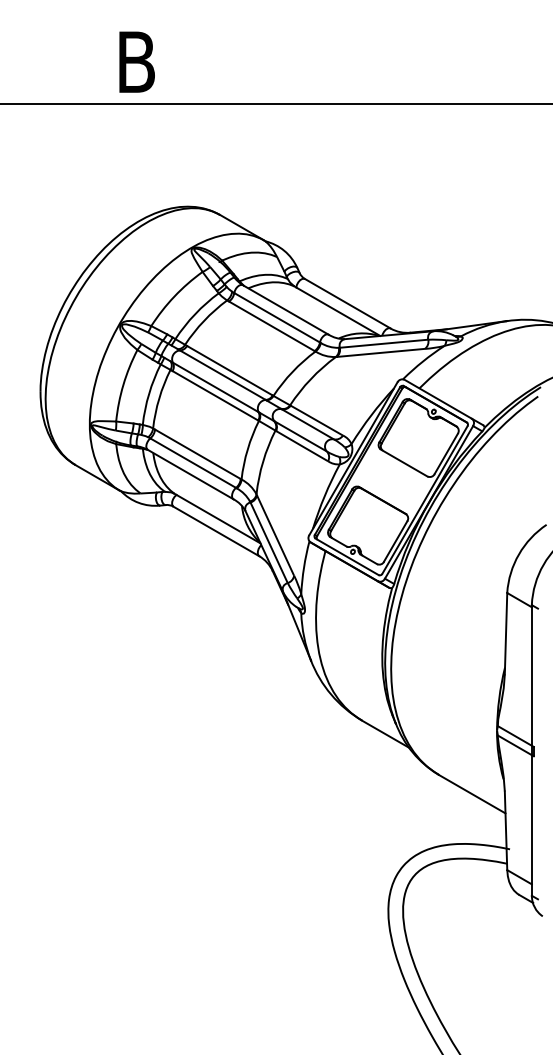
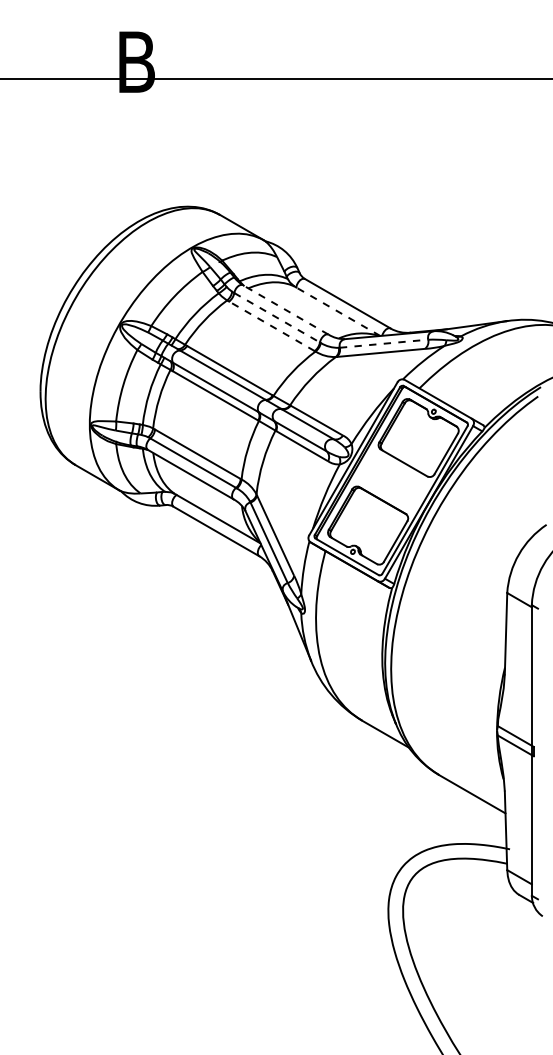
line at (275, 104) position: (275, 104) -> (275, 79)
line at (285, 309): solid -> dashed
line at (337, 311): solid -> dashed
line at (277, 318): solid -> dashed
line at (271, 326): solid -> dashed
line at (385, 343): solid -> dashed
